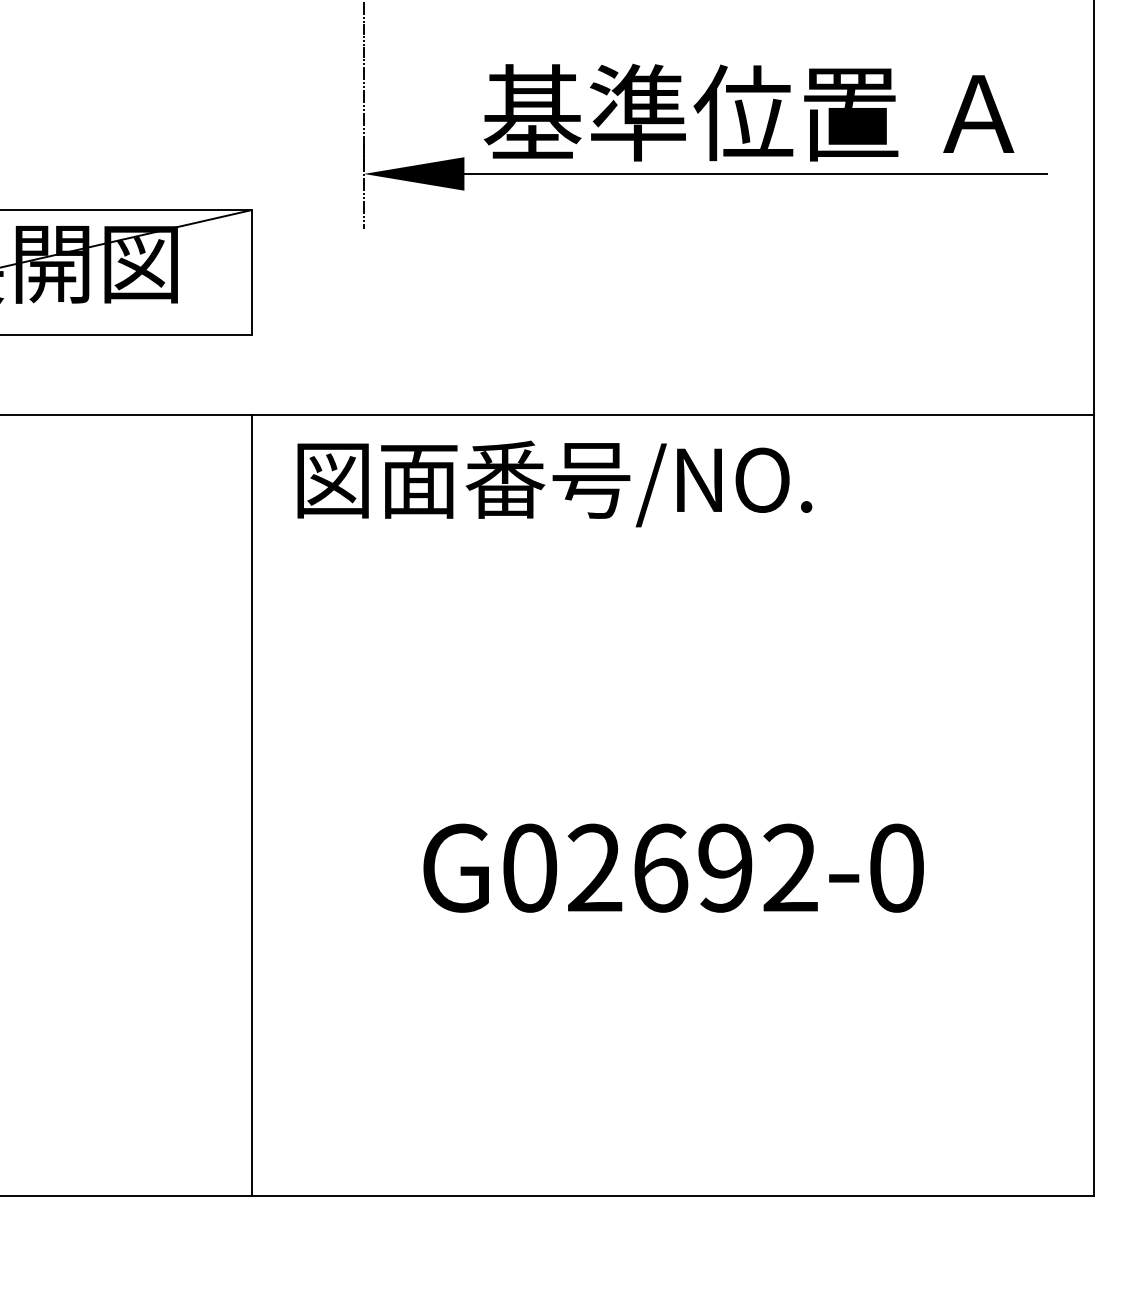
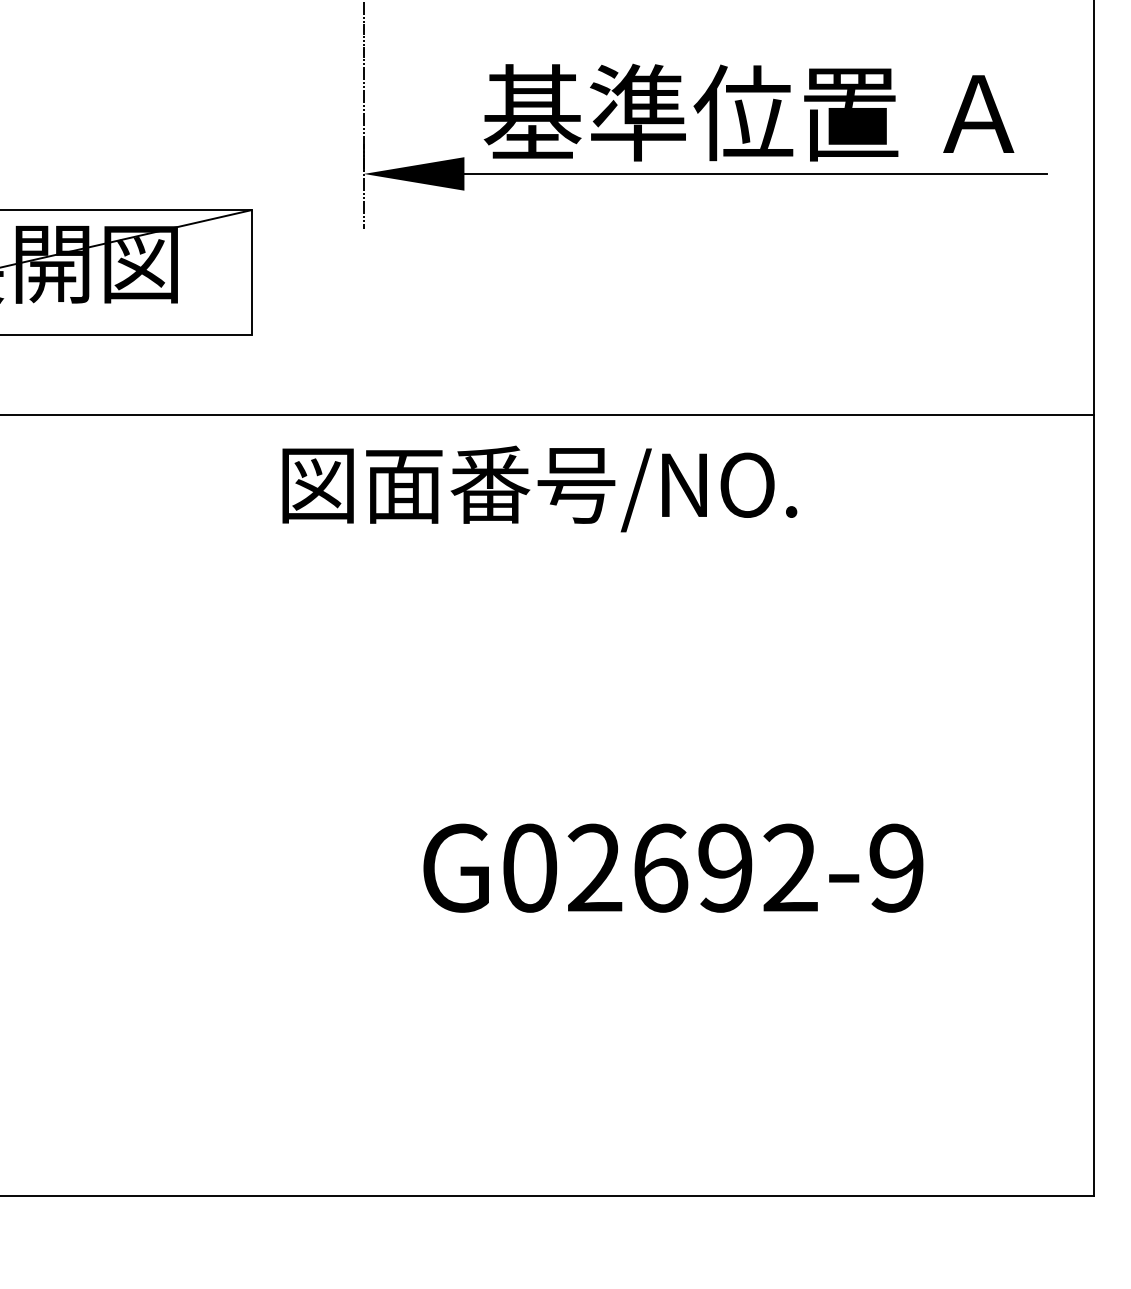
text at (554, 483) position: (554, 483) -> (539, 488)
line at (251, 805): present -> none
text at (896, 867): G02692-0 -> G02692-9
